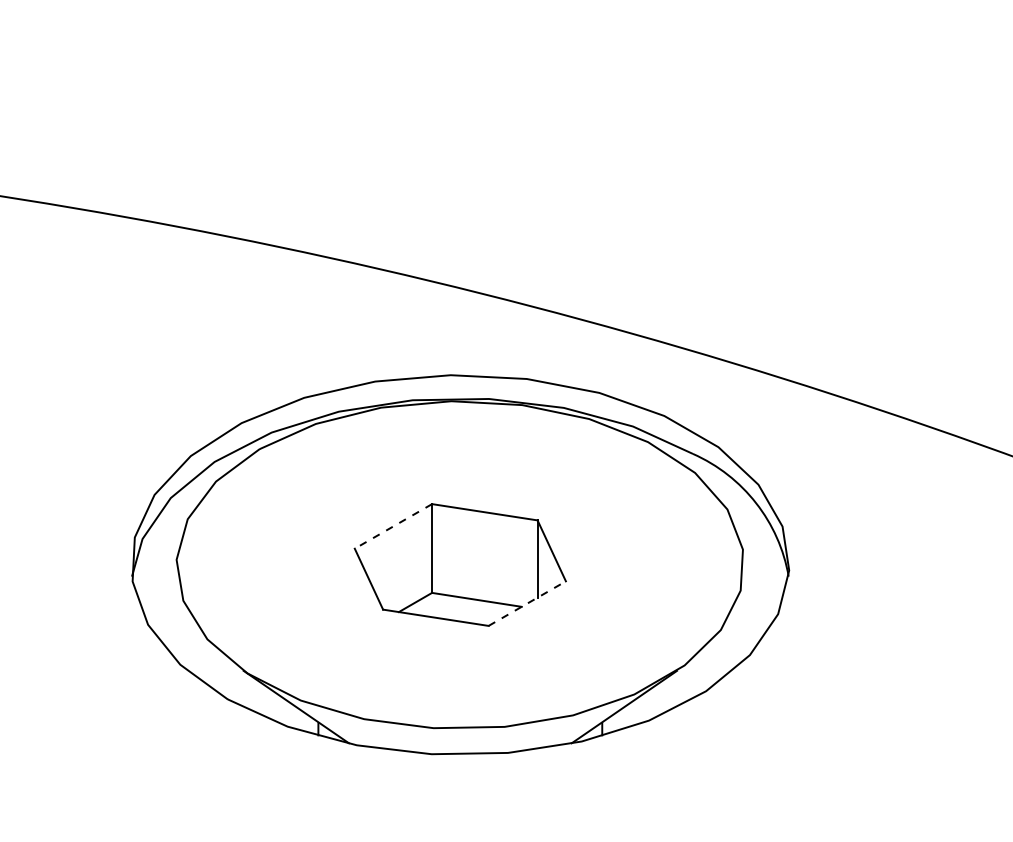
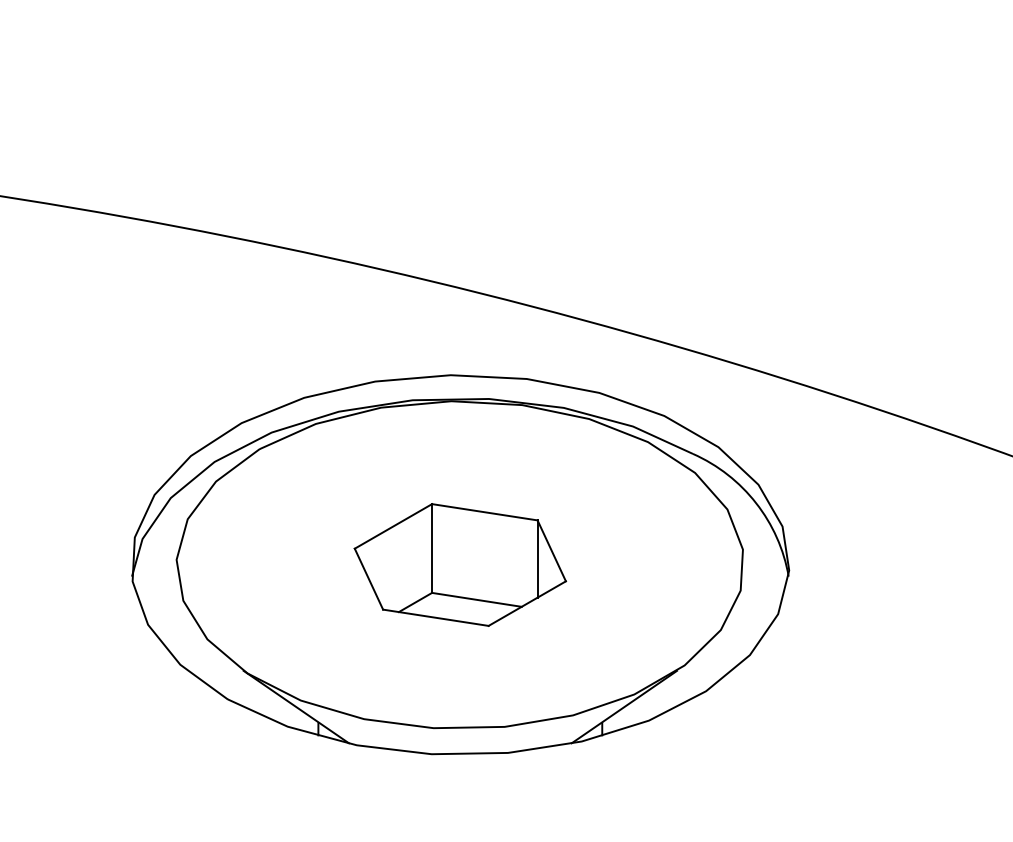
line at (393, 526): dashed -> solid
line at (527, 603): dashed -> solid
